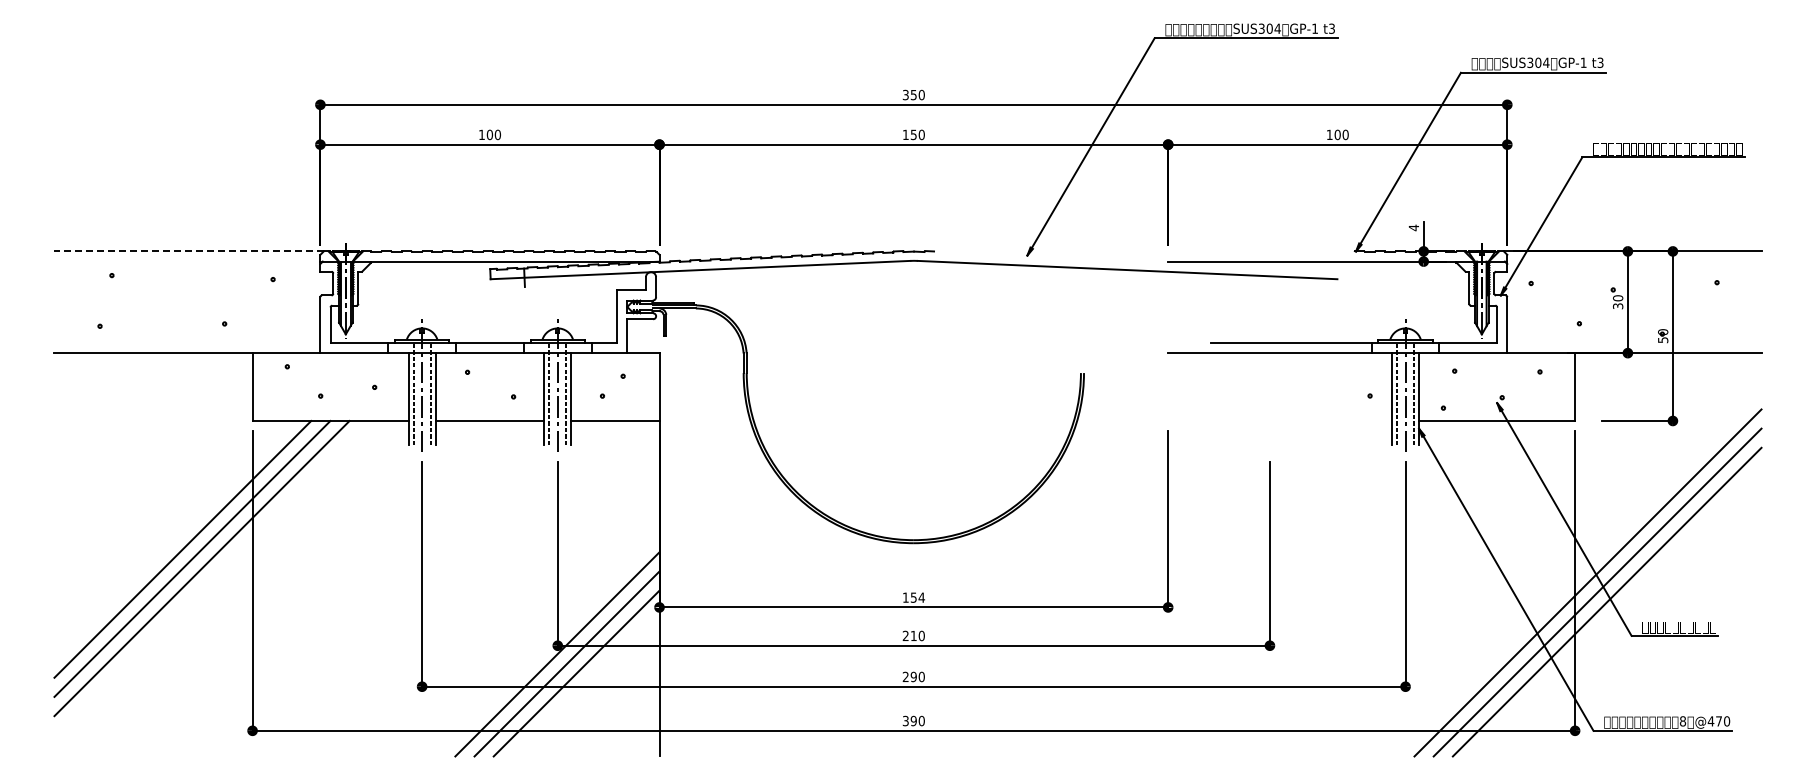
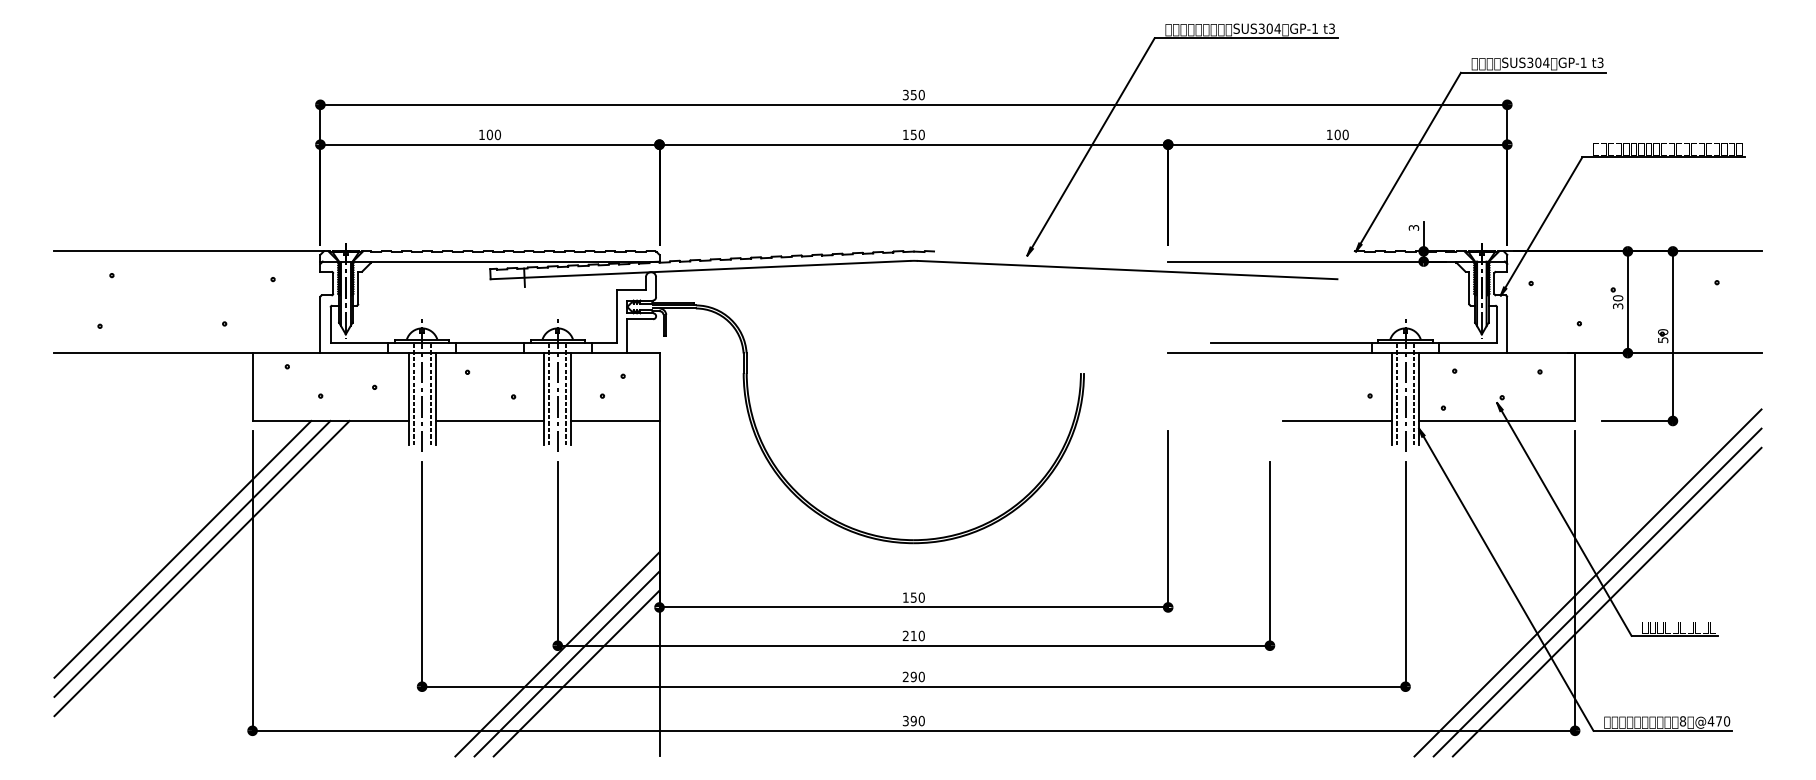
text at (1413, 227): 4 -> 3
line at (189, 251): dashed -> solid
line at (1337, 420): none -> present
text at (921, 597): 154 -> 150
